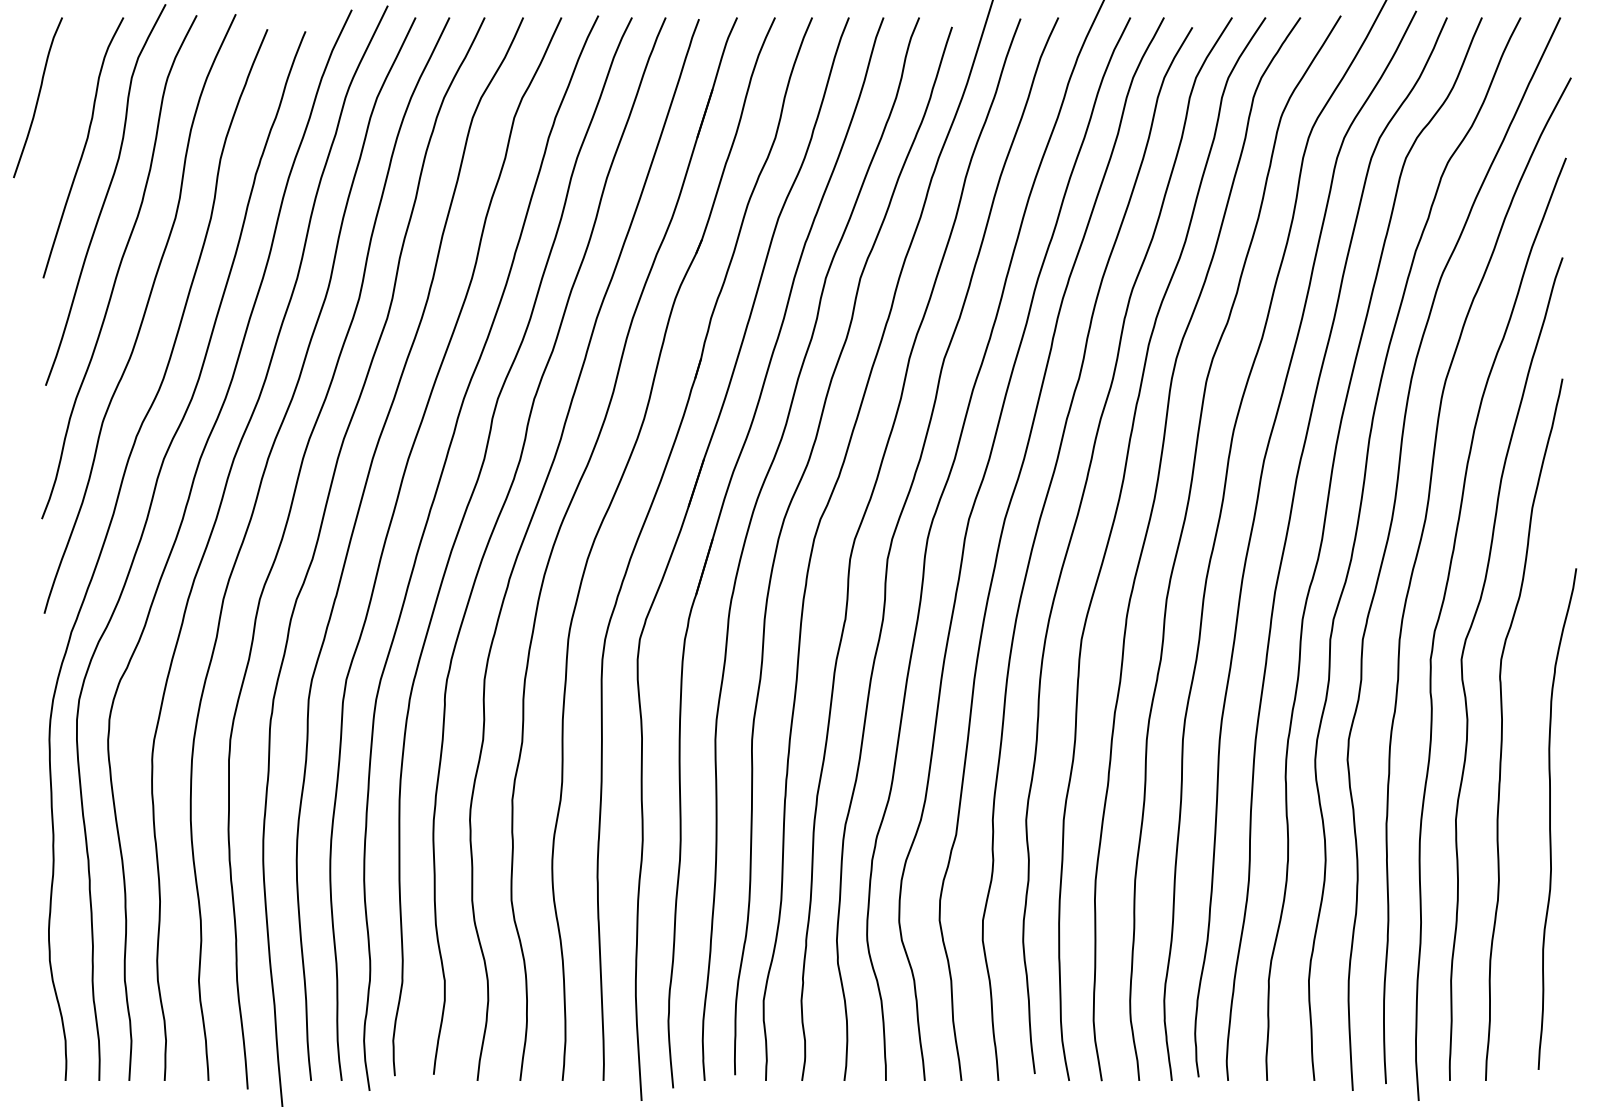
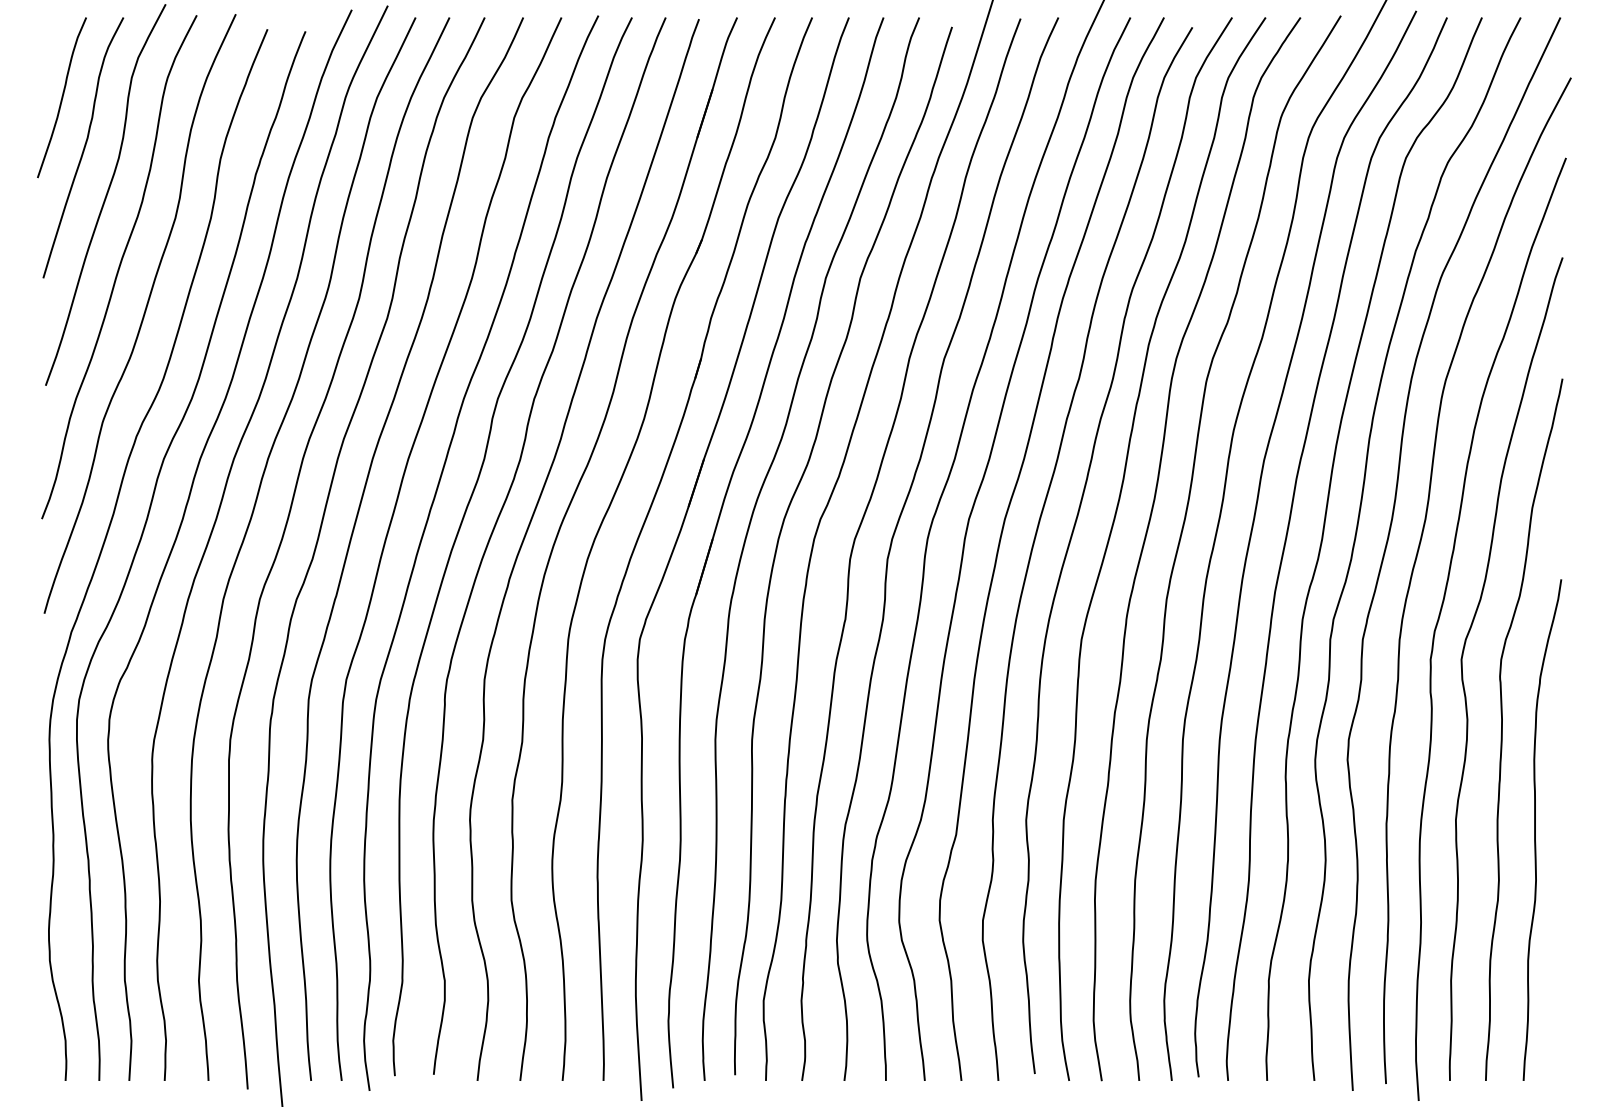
curve at (37, 97) position: (37, 97) -> (61, 97)
curve at (1550, 818) position: (1550, 818) -> (1535, 829)
